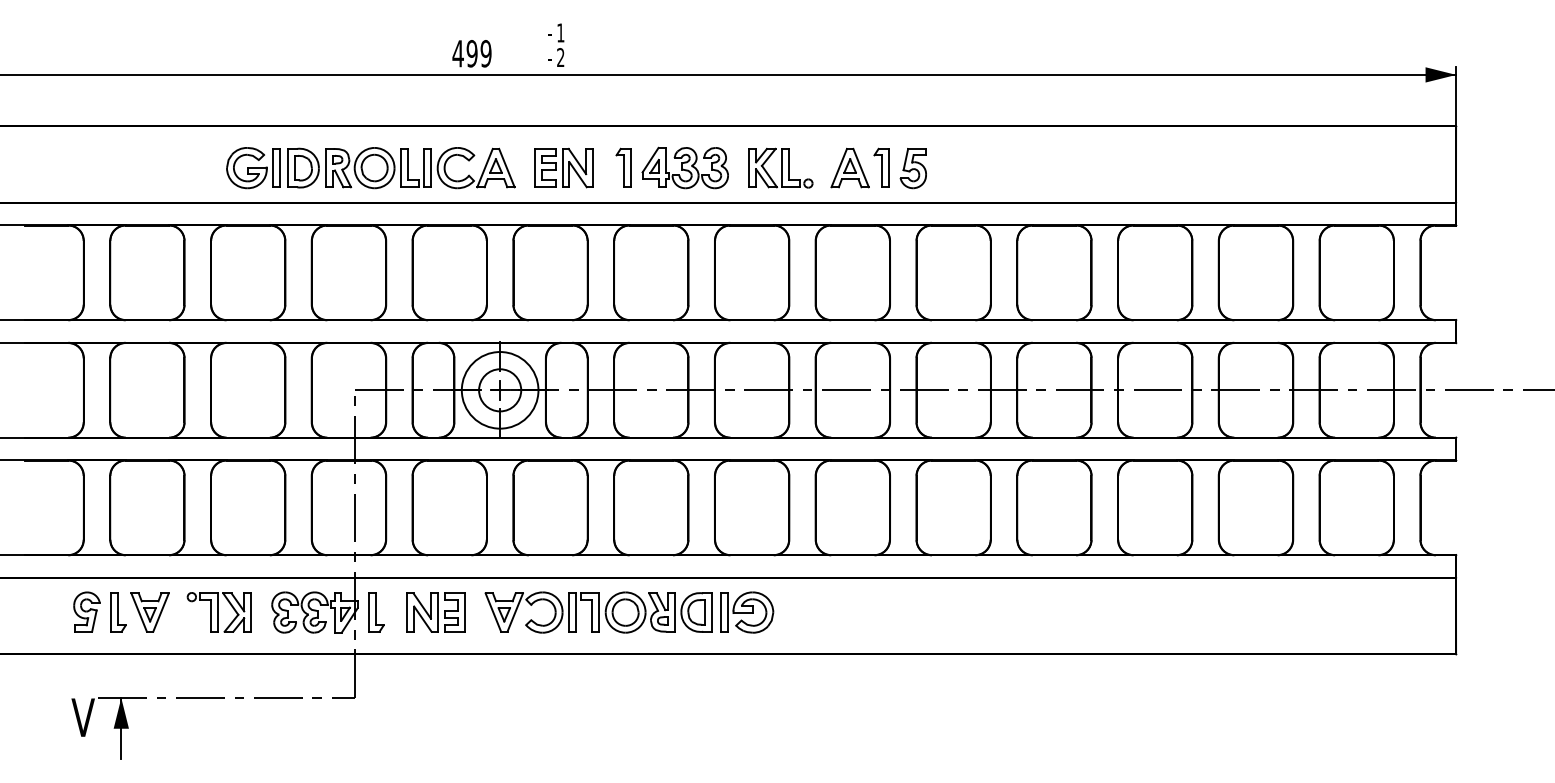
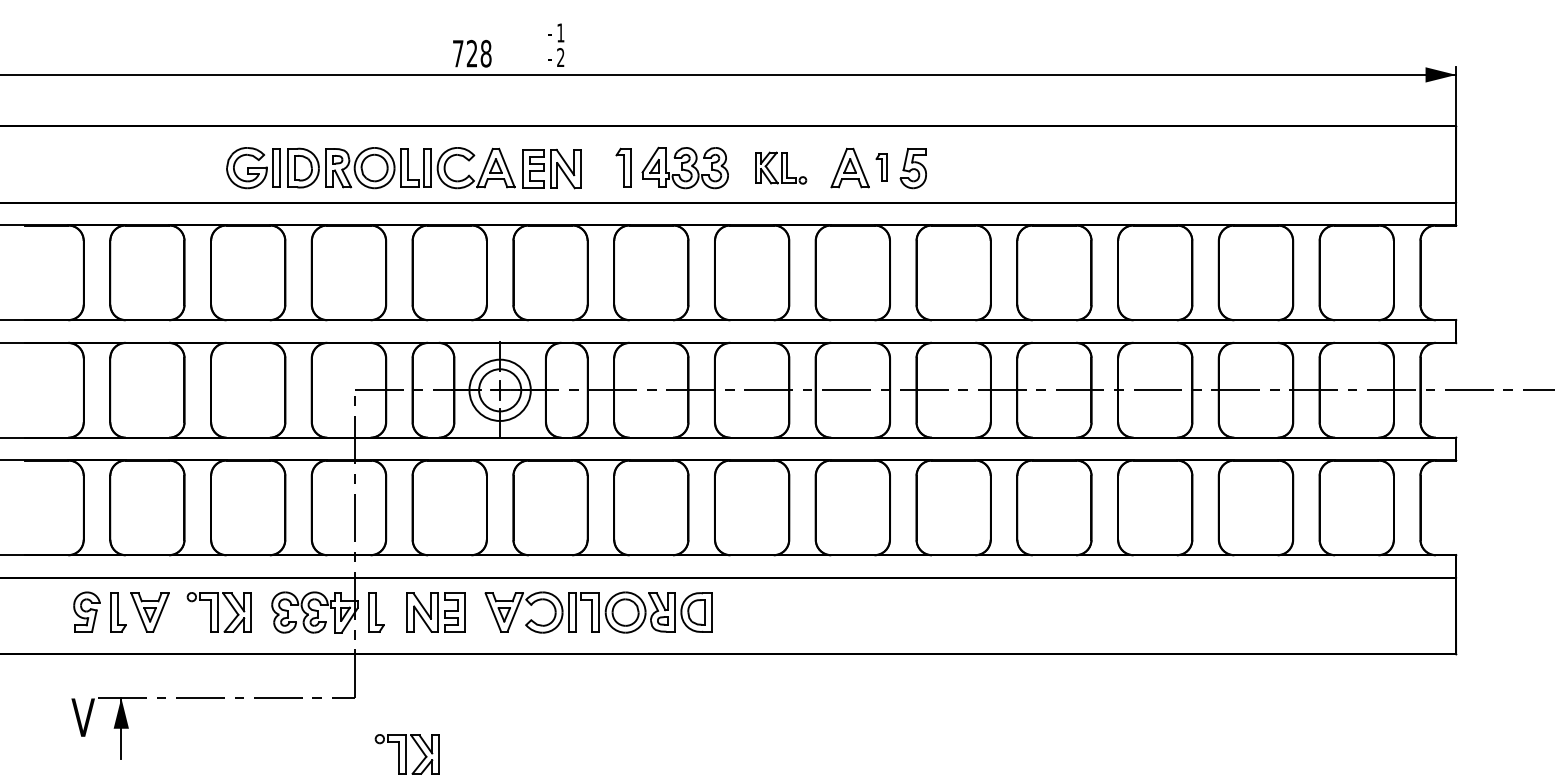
text at (471, 53): 499 -> 728
part at (563, 167) position: (563, 167) -> (551, 168)
part at (780, 167) size: 66x42 px -> 53x34 px
part at (881, 167) size: 17x41 px -> 13x29 px
circle at (499, 390) diameter: 77 px -> 61 px
part at (747, 612): present -> none
part at (406, 754): none -> present
